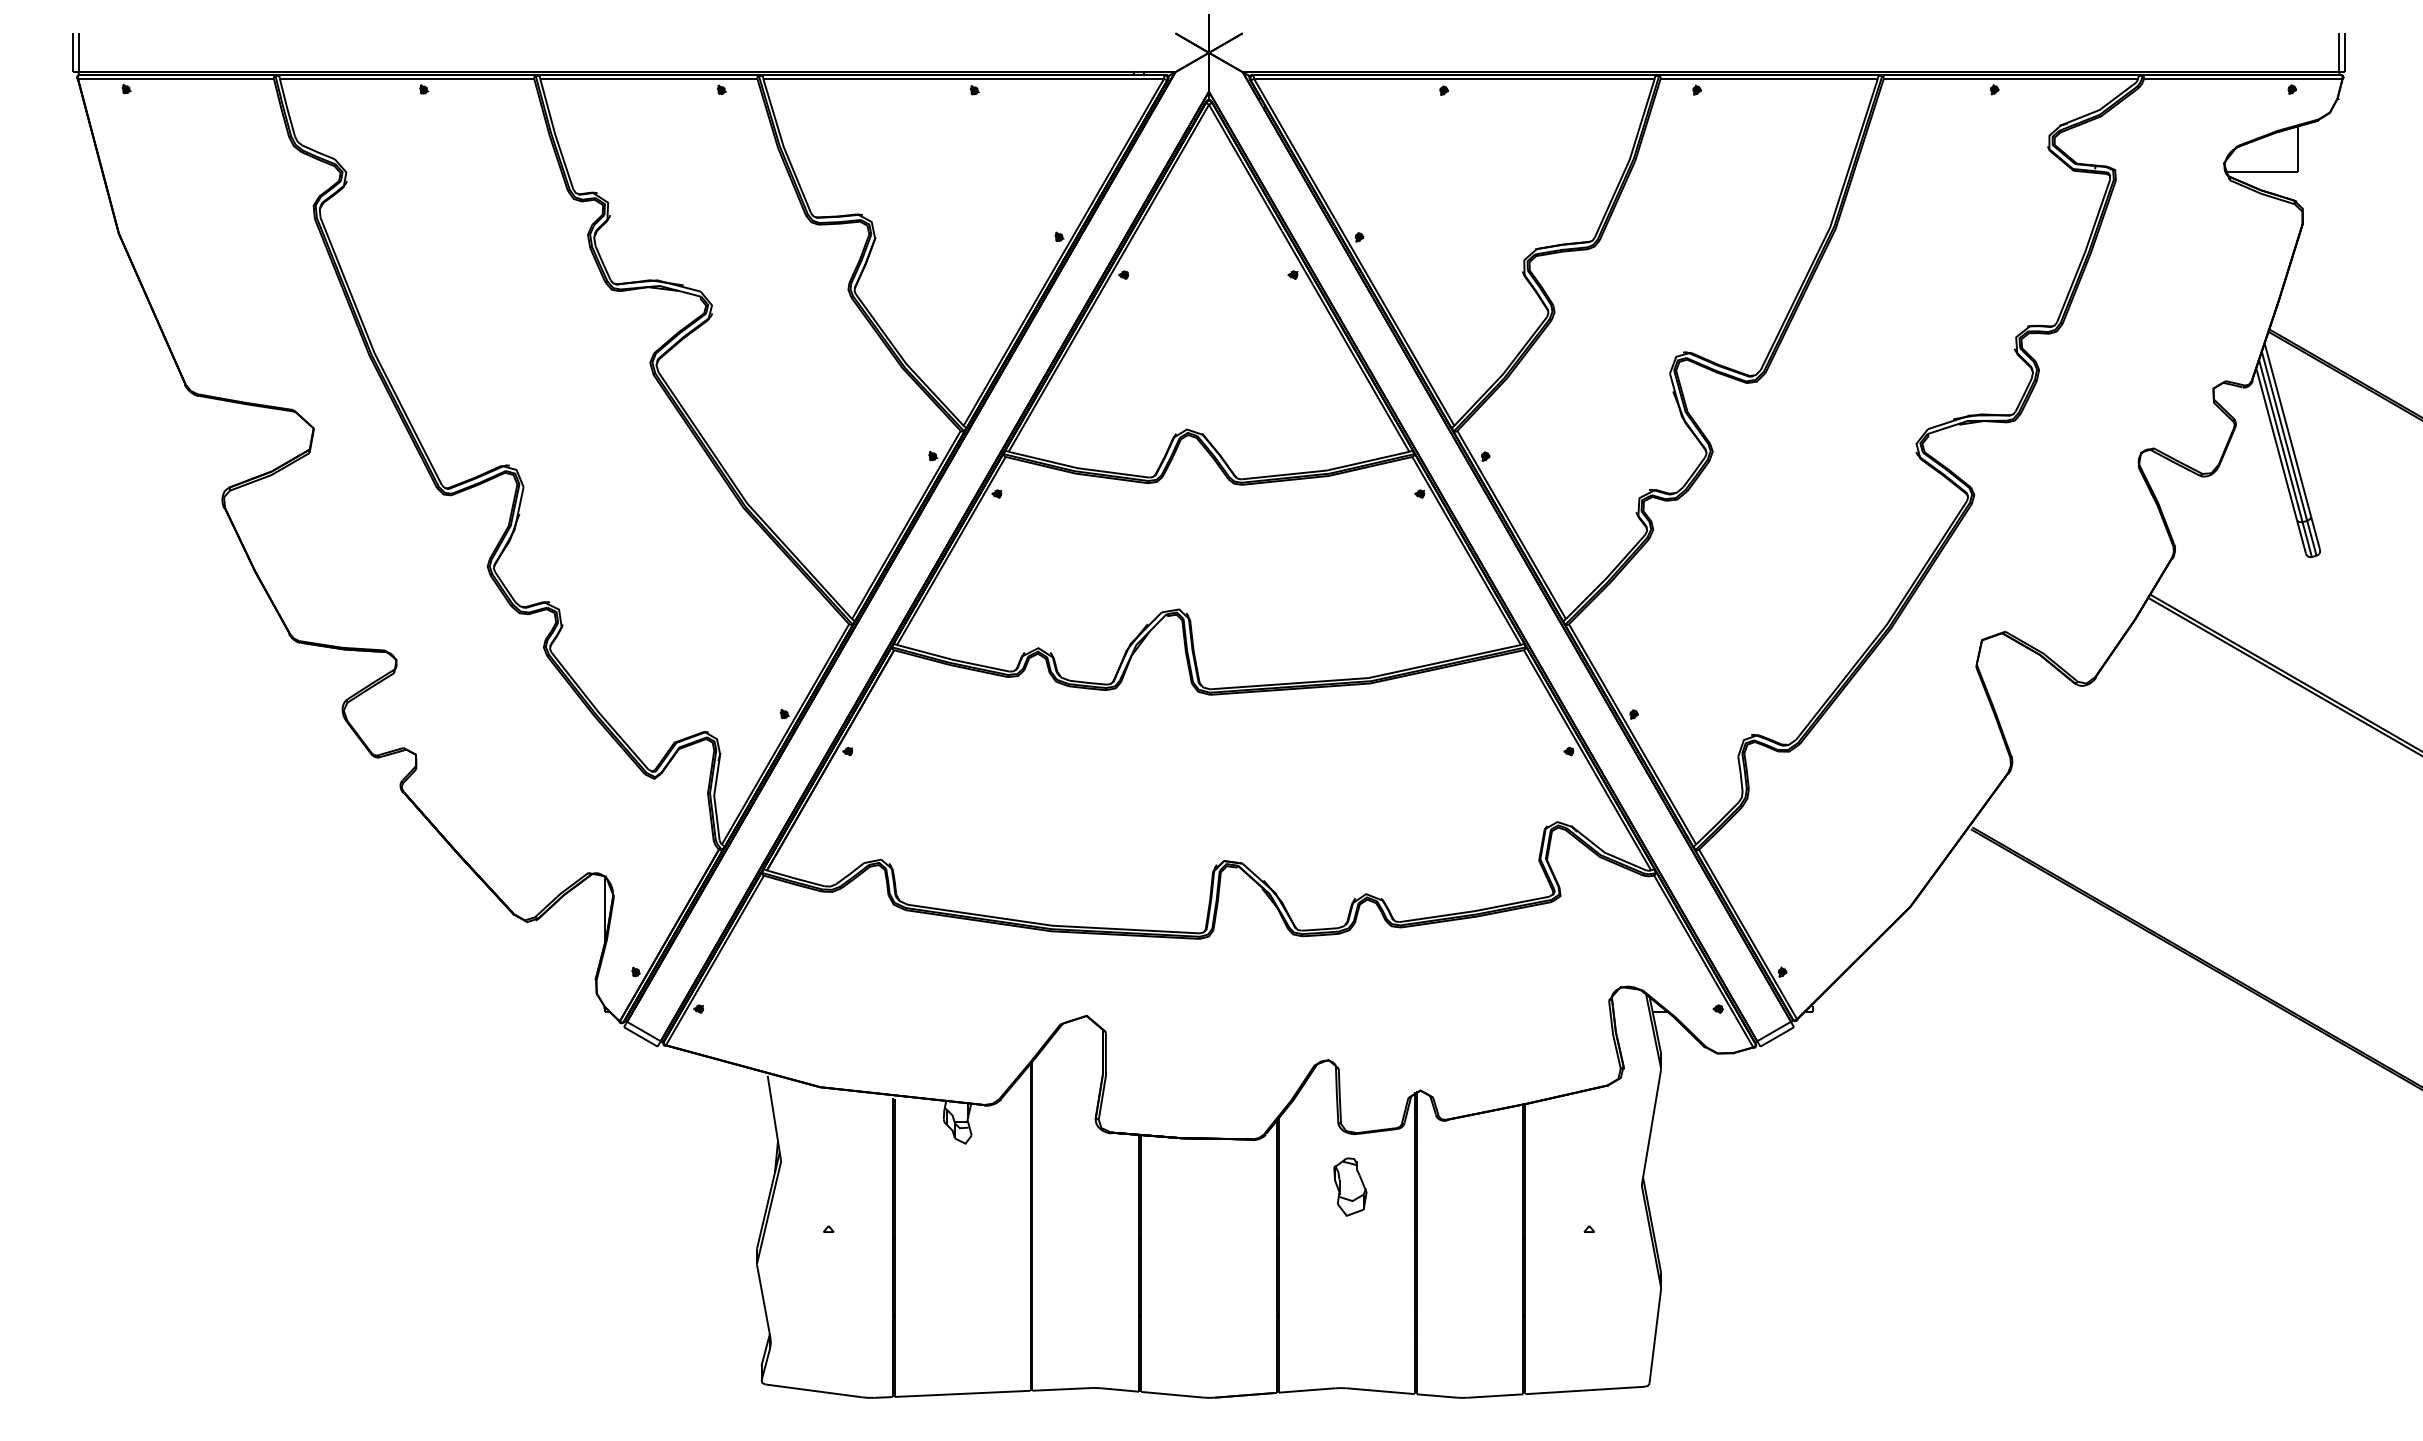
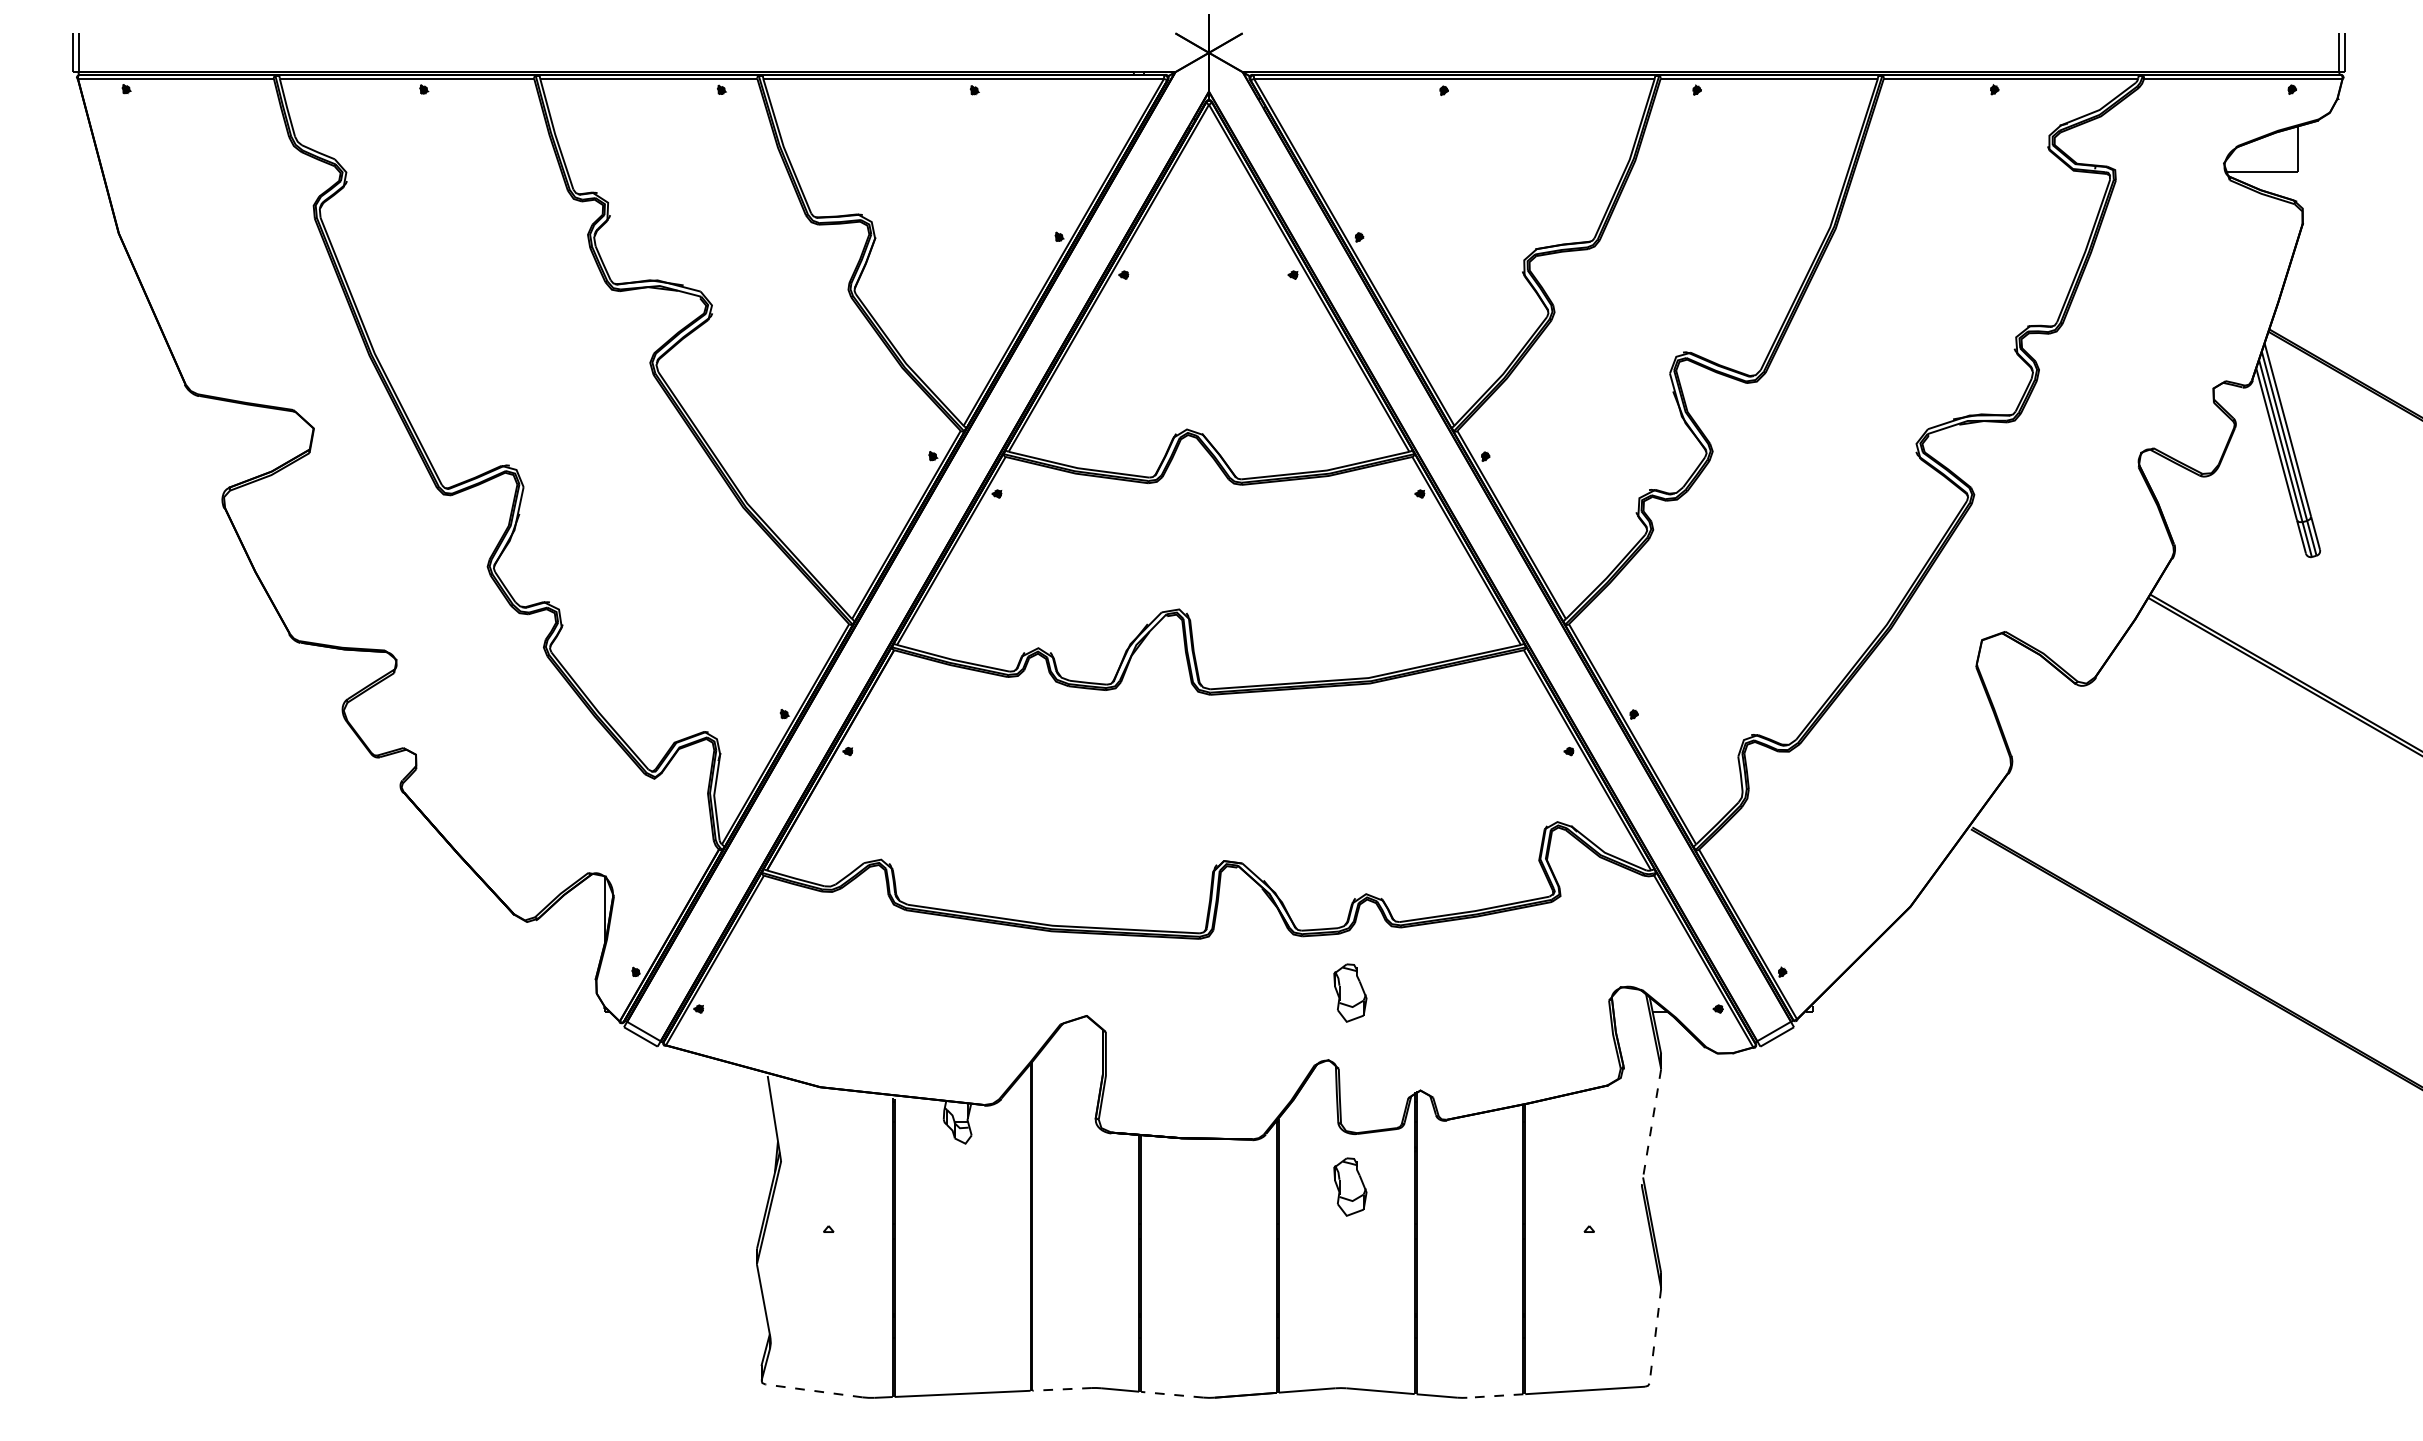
part at (1350, 992): none -> present
line at (1651, 1127): solid -> dashed
line at (1655, 1336): solid -> dashed
line at (1062, 1389): solid -> dashed
line at (813, 1390): solid -> dashed
line at (1171, 1394): solid -> dashed
line at (1494, 1396): solid -> dashed
